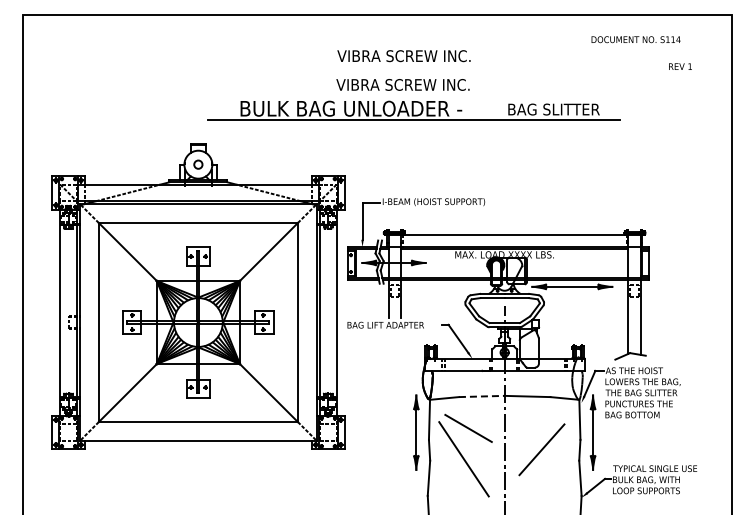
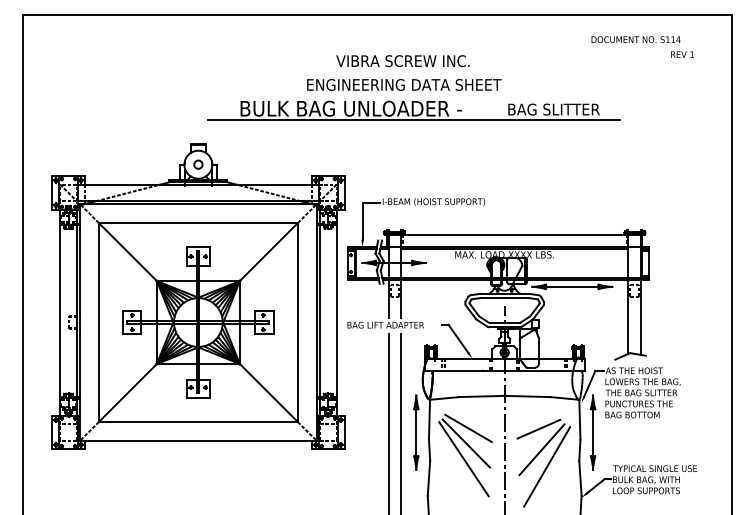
text at (403, 56) position: (403, 56) -> (402, 61)
text at (680, 66) position: (680, 66) -> (682, 54)
text at (404, 84): VIBRA SCREW INC. -> ENGINEERING DATA SHEET
line at (481, 396): dashed -> solid
line at (388, 422): none -> present
line at (401, 422): none -> present
line at (538, 428): none -> present
line at (465, 443): none -> present
line at (547, 466): none -> present
